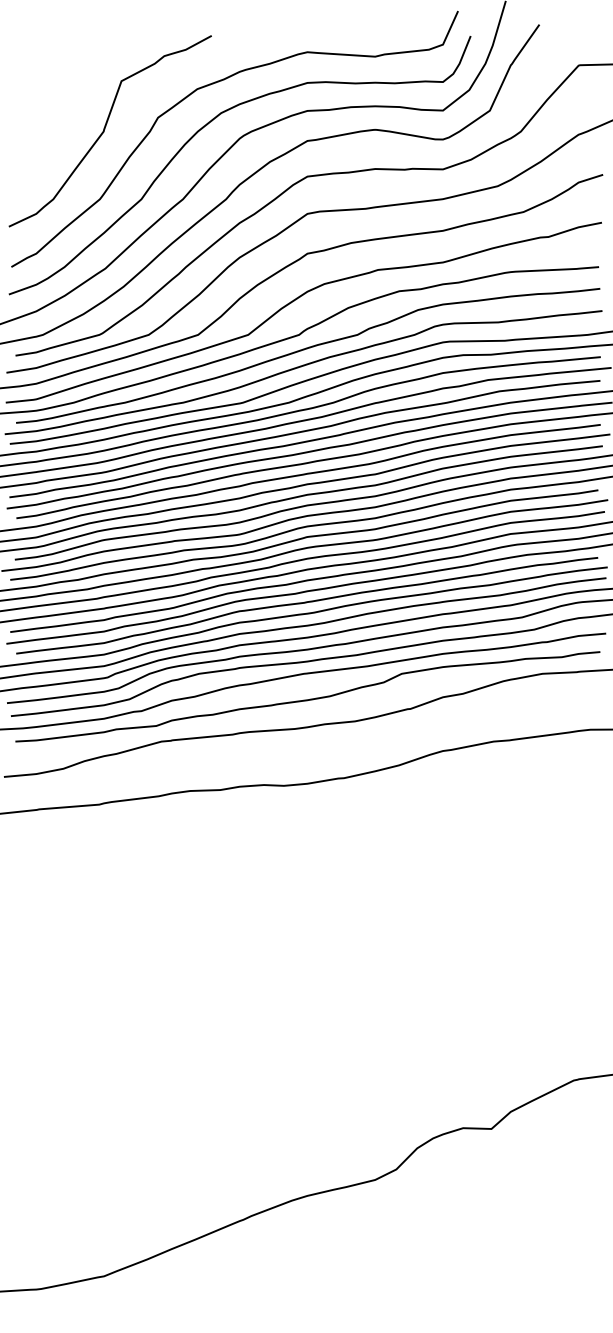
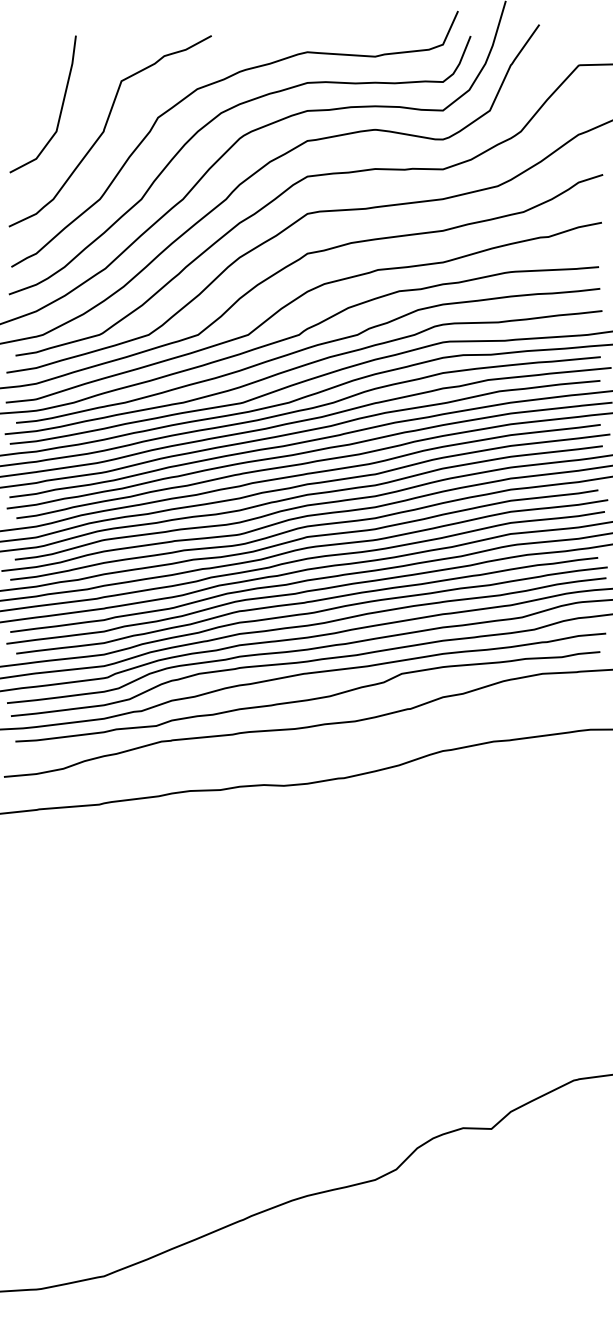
curve at (60, 109): none -> present
